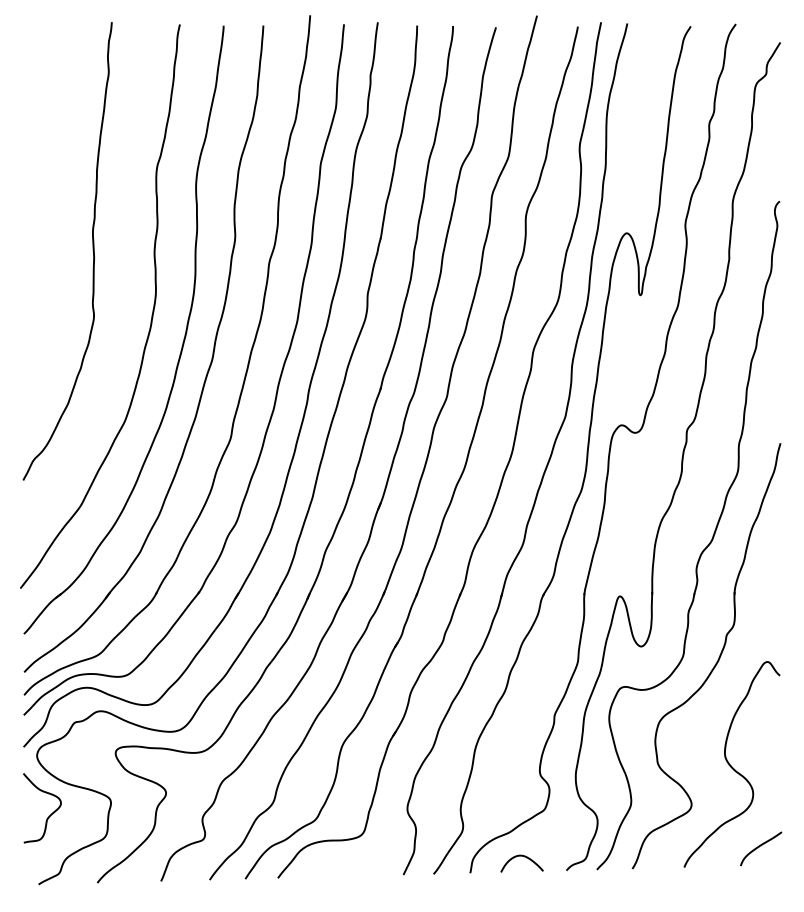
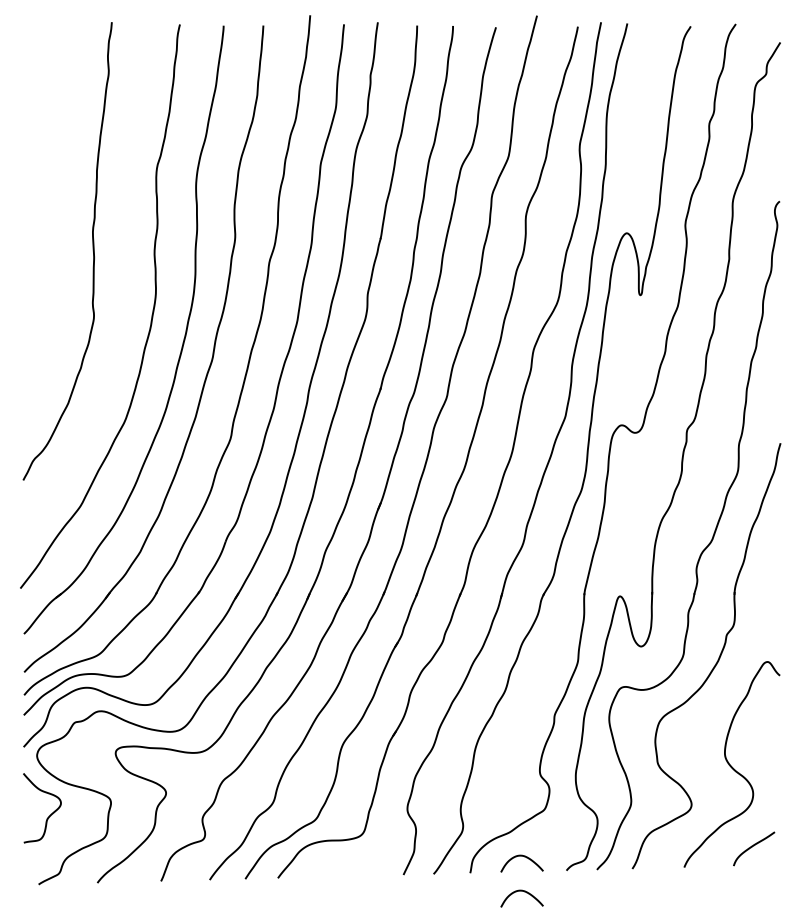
curve at (761, 846) position: (761, 846) -> (754, 846)
curve at (524, 892): none -> present
